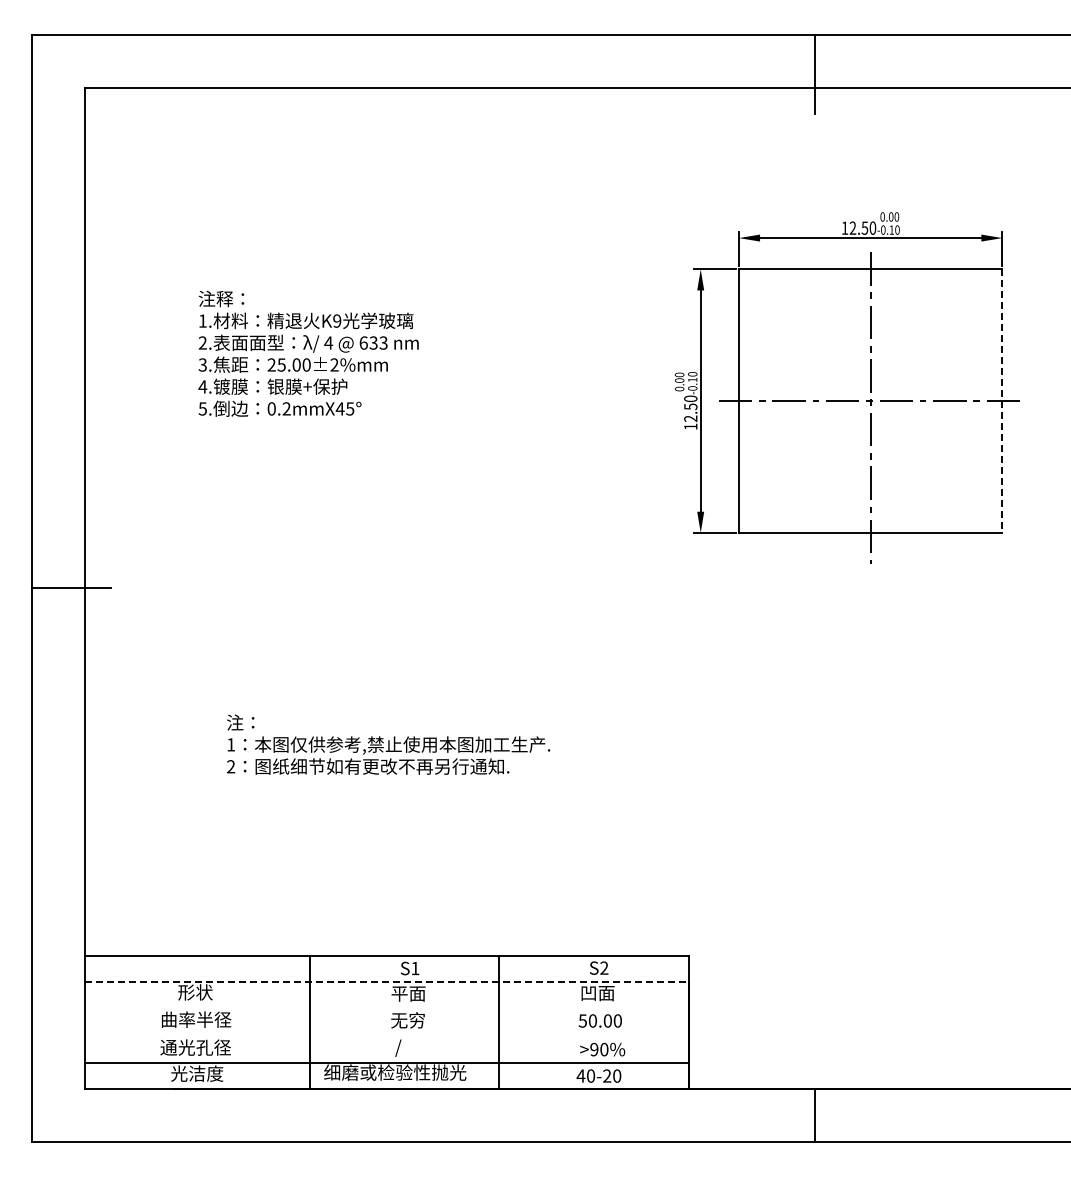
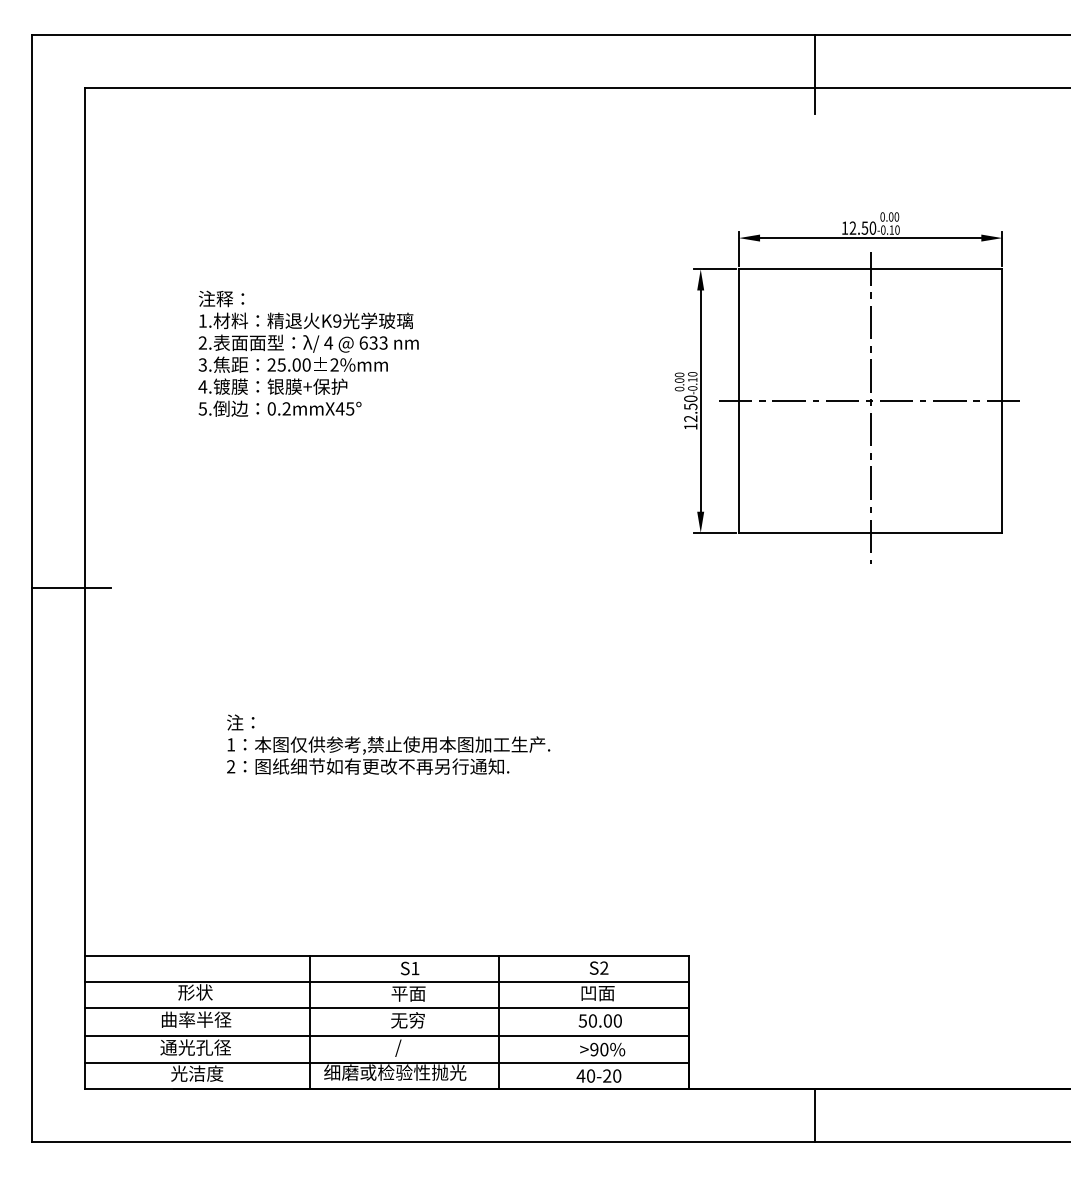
line at (1002, 401): dashed -> solid
line at (387, 981): dashed -> solid
line at (386, 1007): none -> present
line at (386, 1036): none -> present
